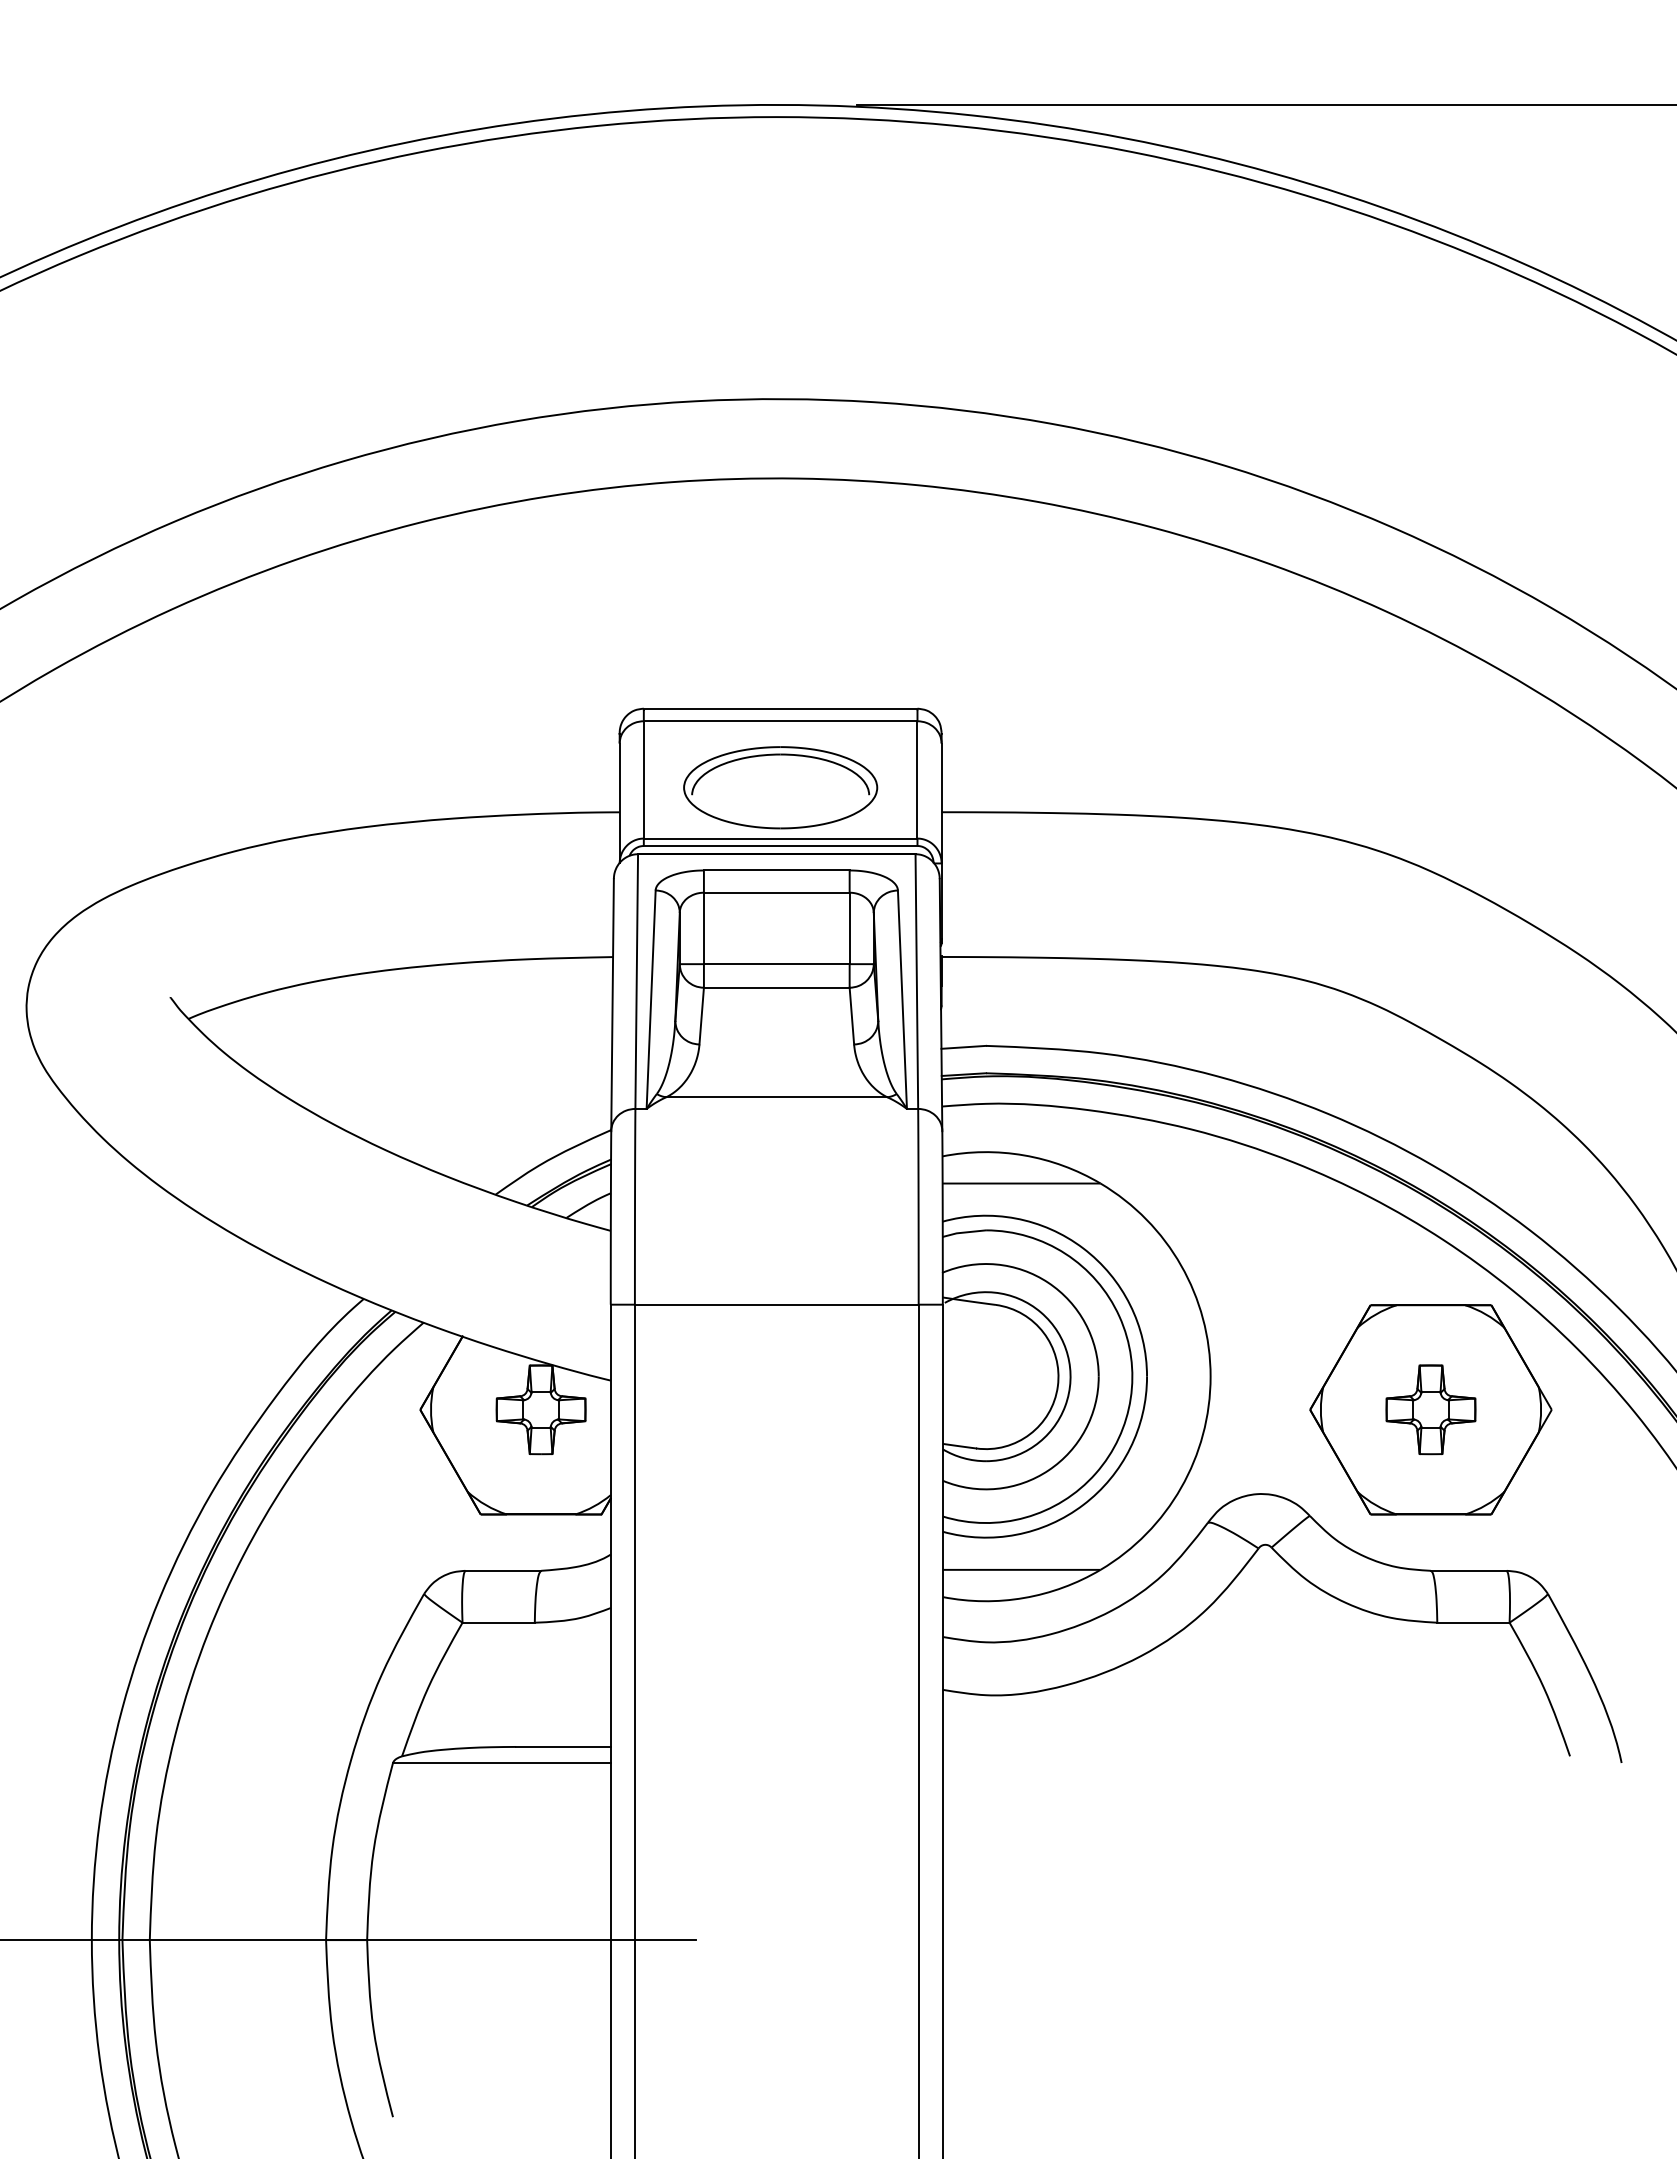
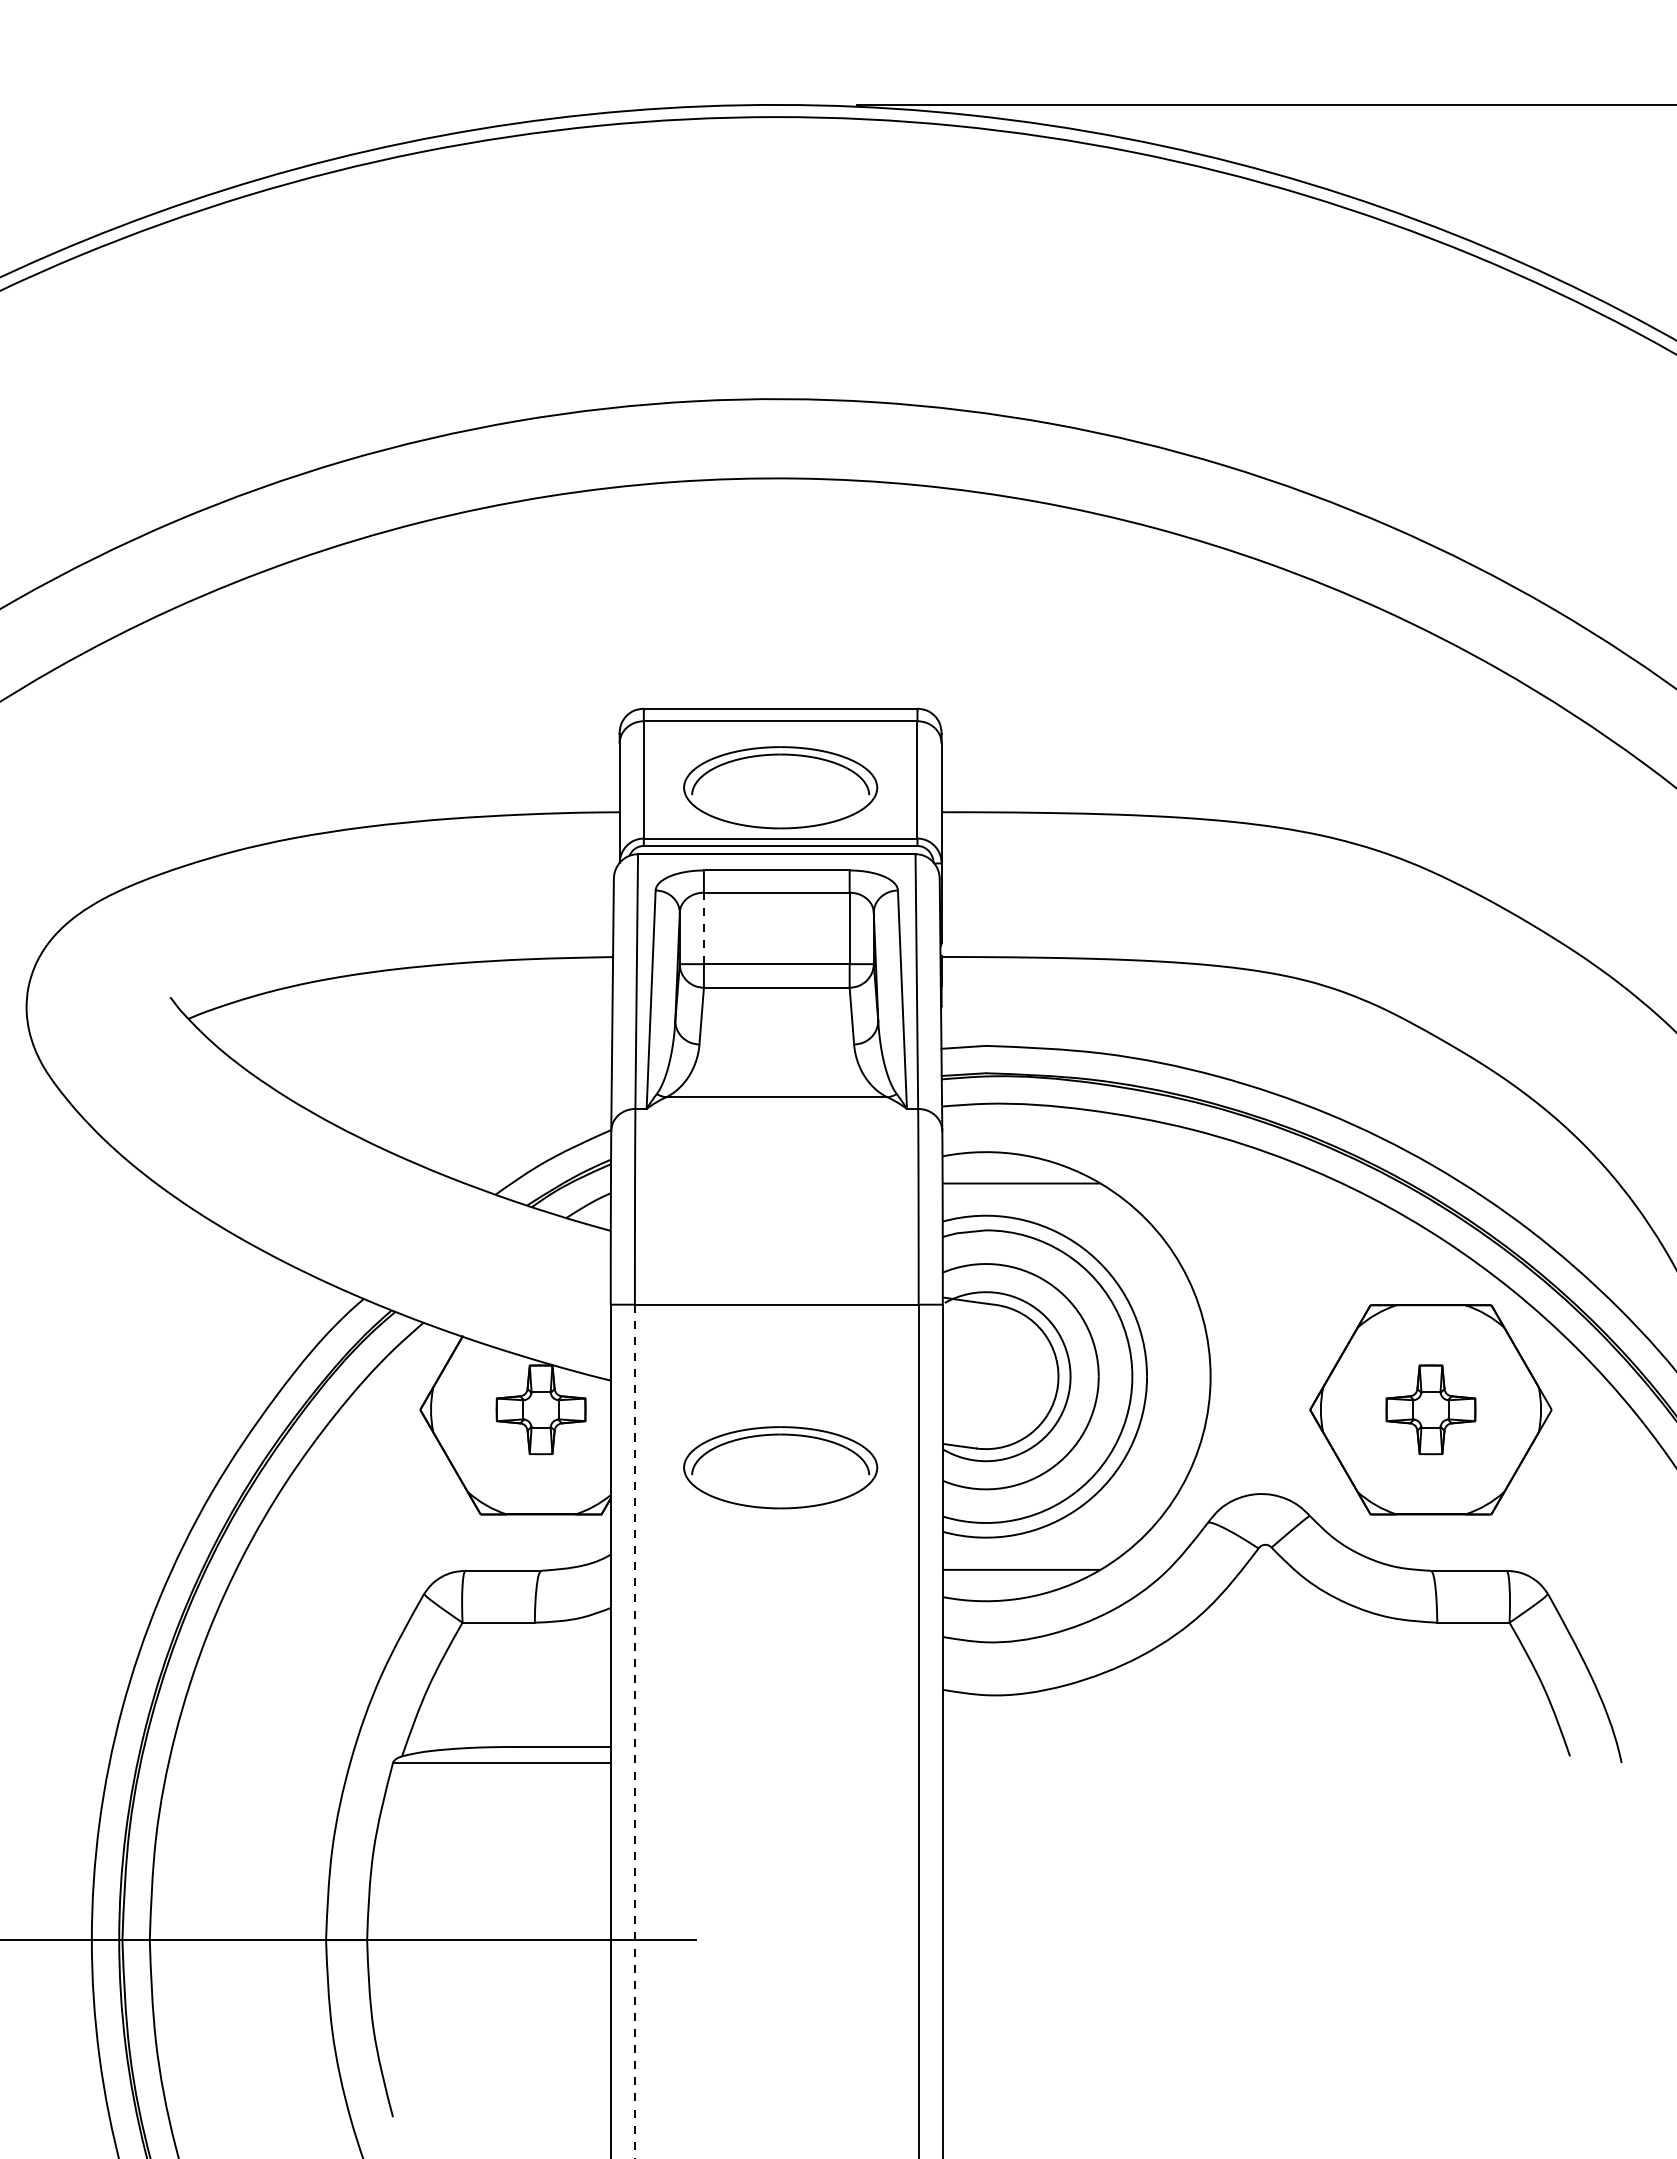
line at (703, 928): solid -> dashed
part at (780, 1467): none -> present
line at (634, 1731): solid -> dashed
